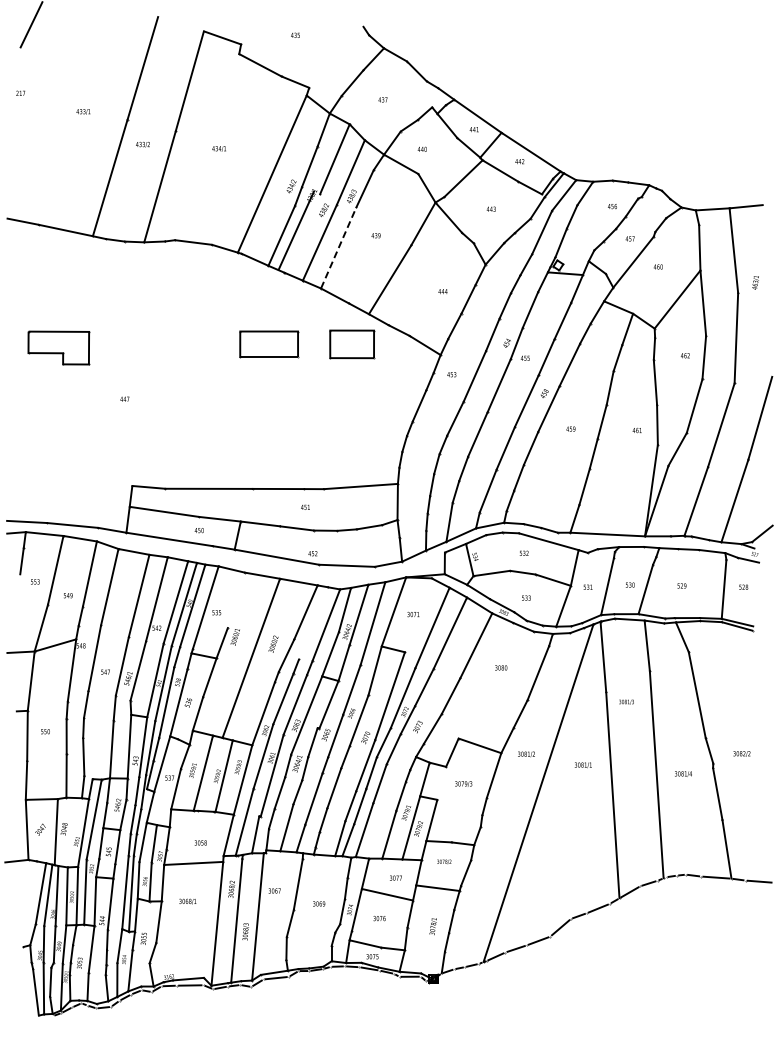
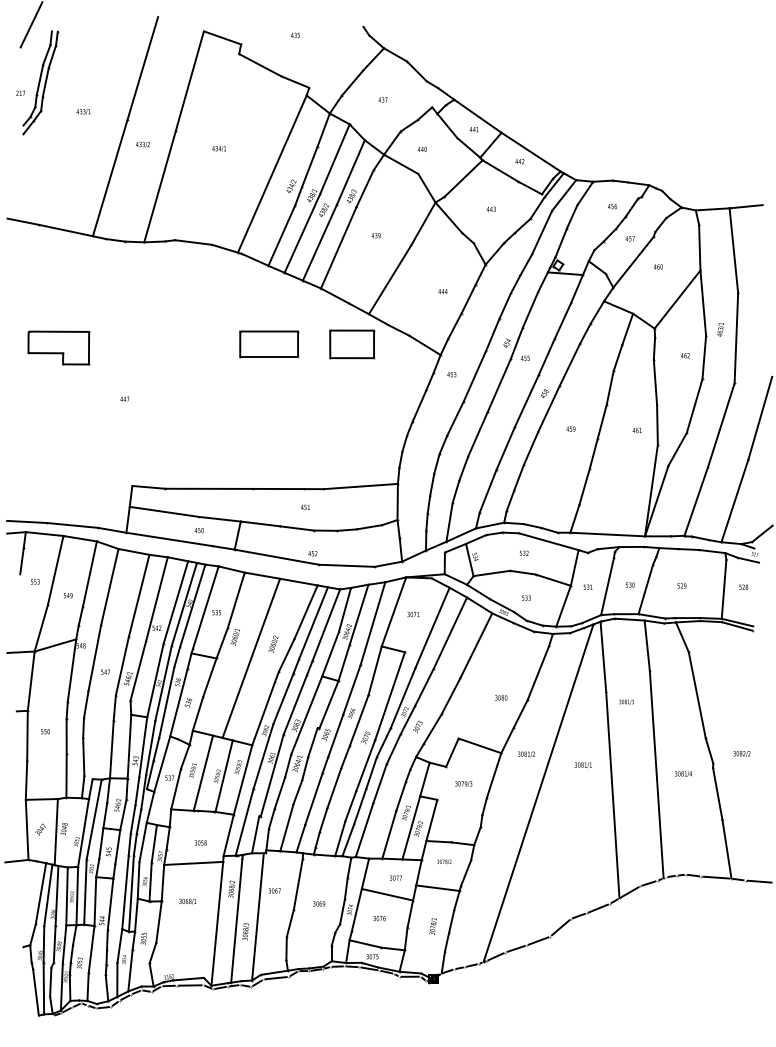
part at (40, 82): none -> present
line at (295, 230) position: (295, 230) -> (301, 233)
line at (338, 247): dashed -> solid
text at (755, 282) position: (755, 282) -> (720, 329)
line at (235, 599): none -> present
line at (313, 623): none -> present
text at (501, 667) position: (501, 667) -> (501, 697)
